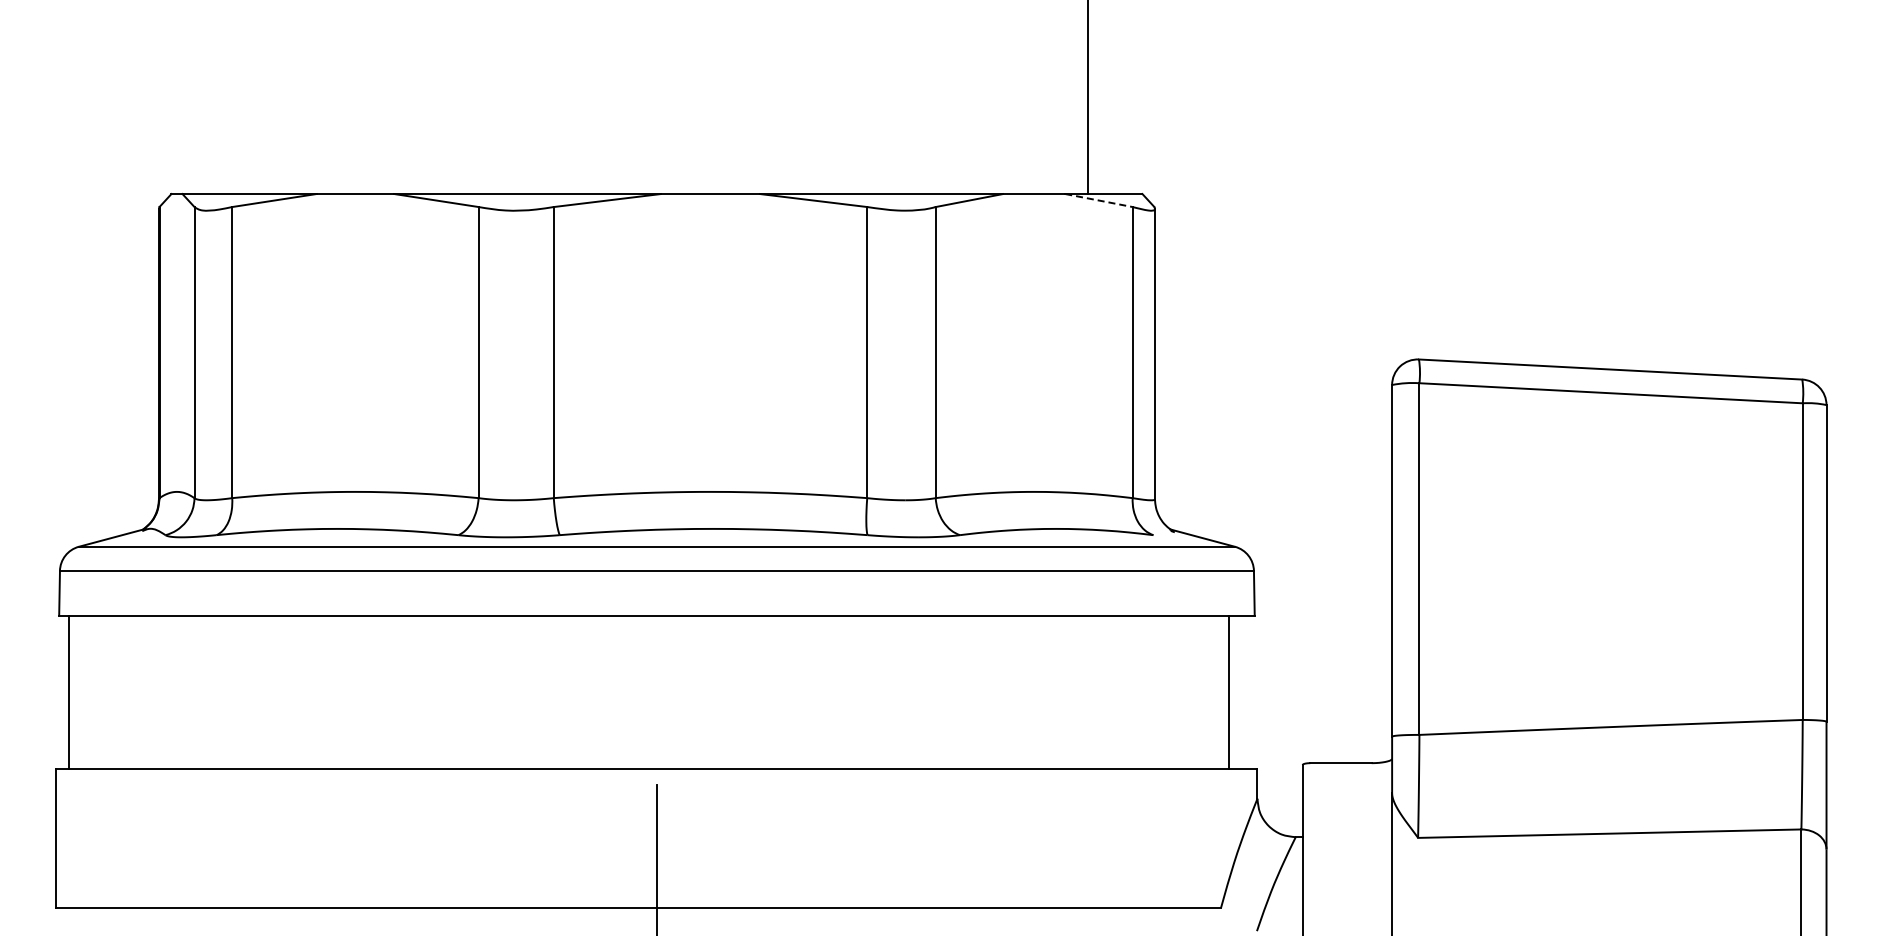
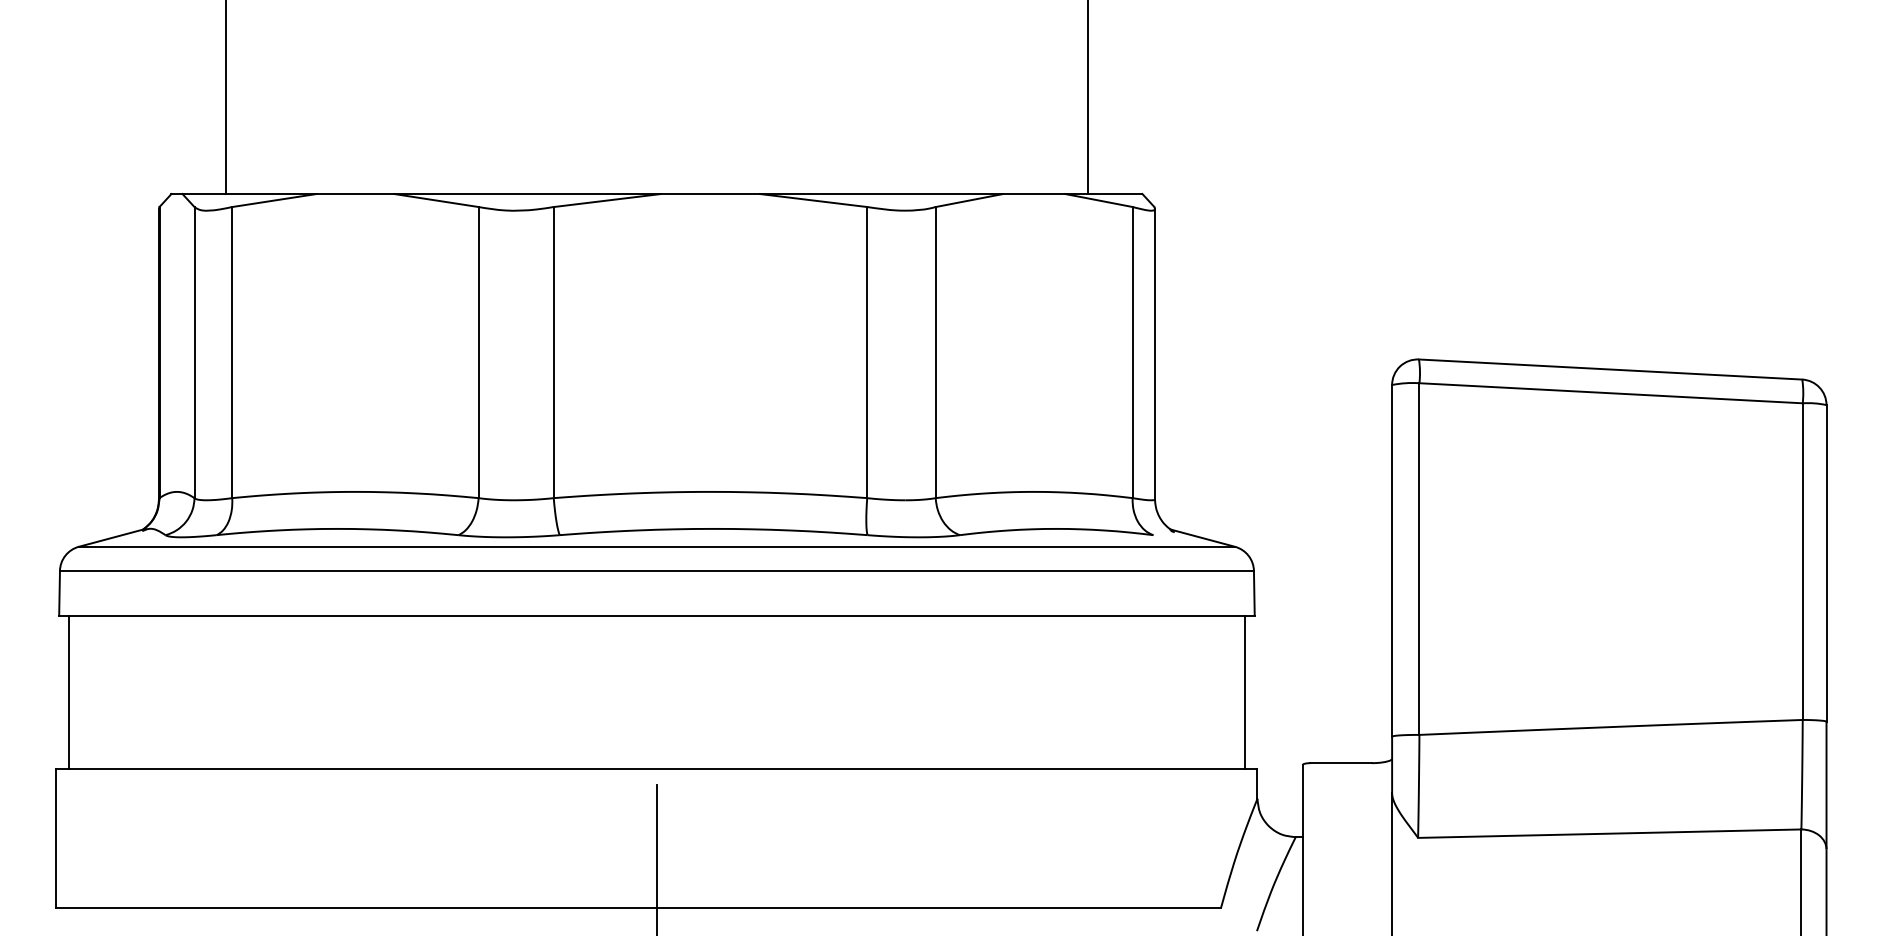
line at (226, 98): none -> present
line at (1099, 200): dashed -> solid
line at (1228, 691) position: (1228, 691) -> (1244, 691)
